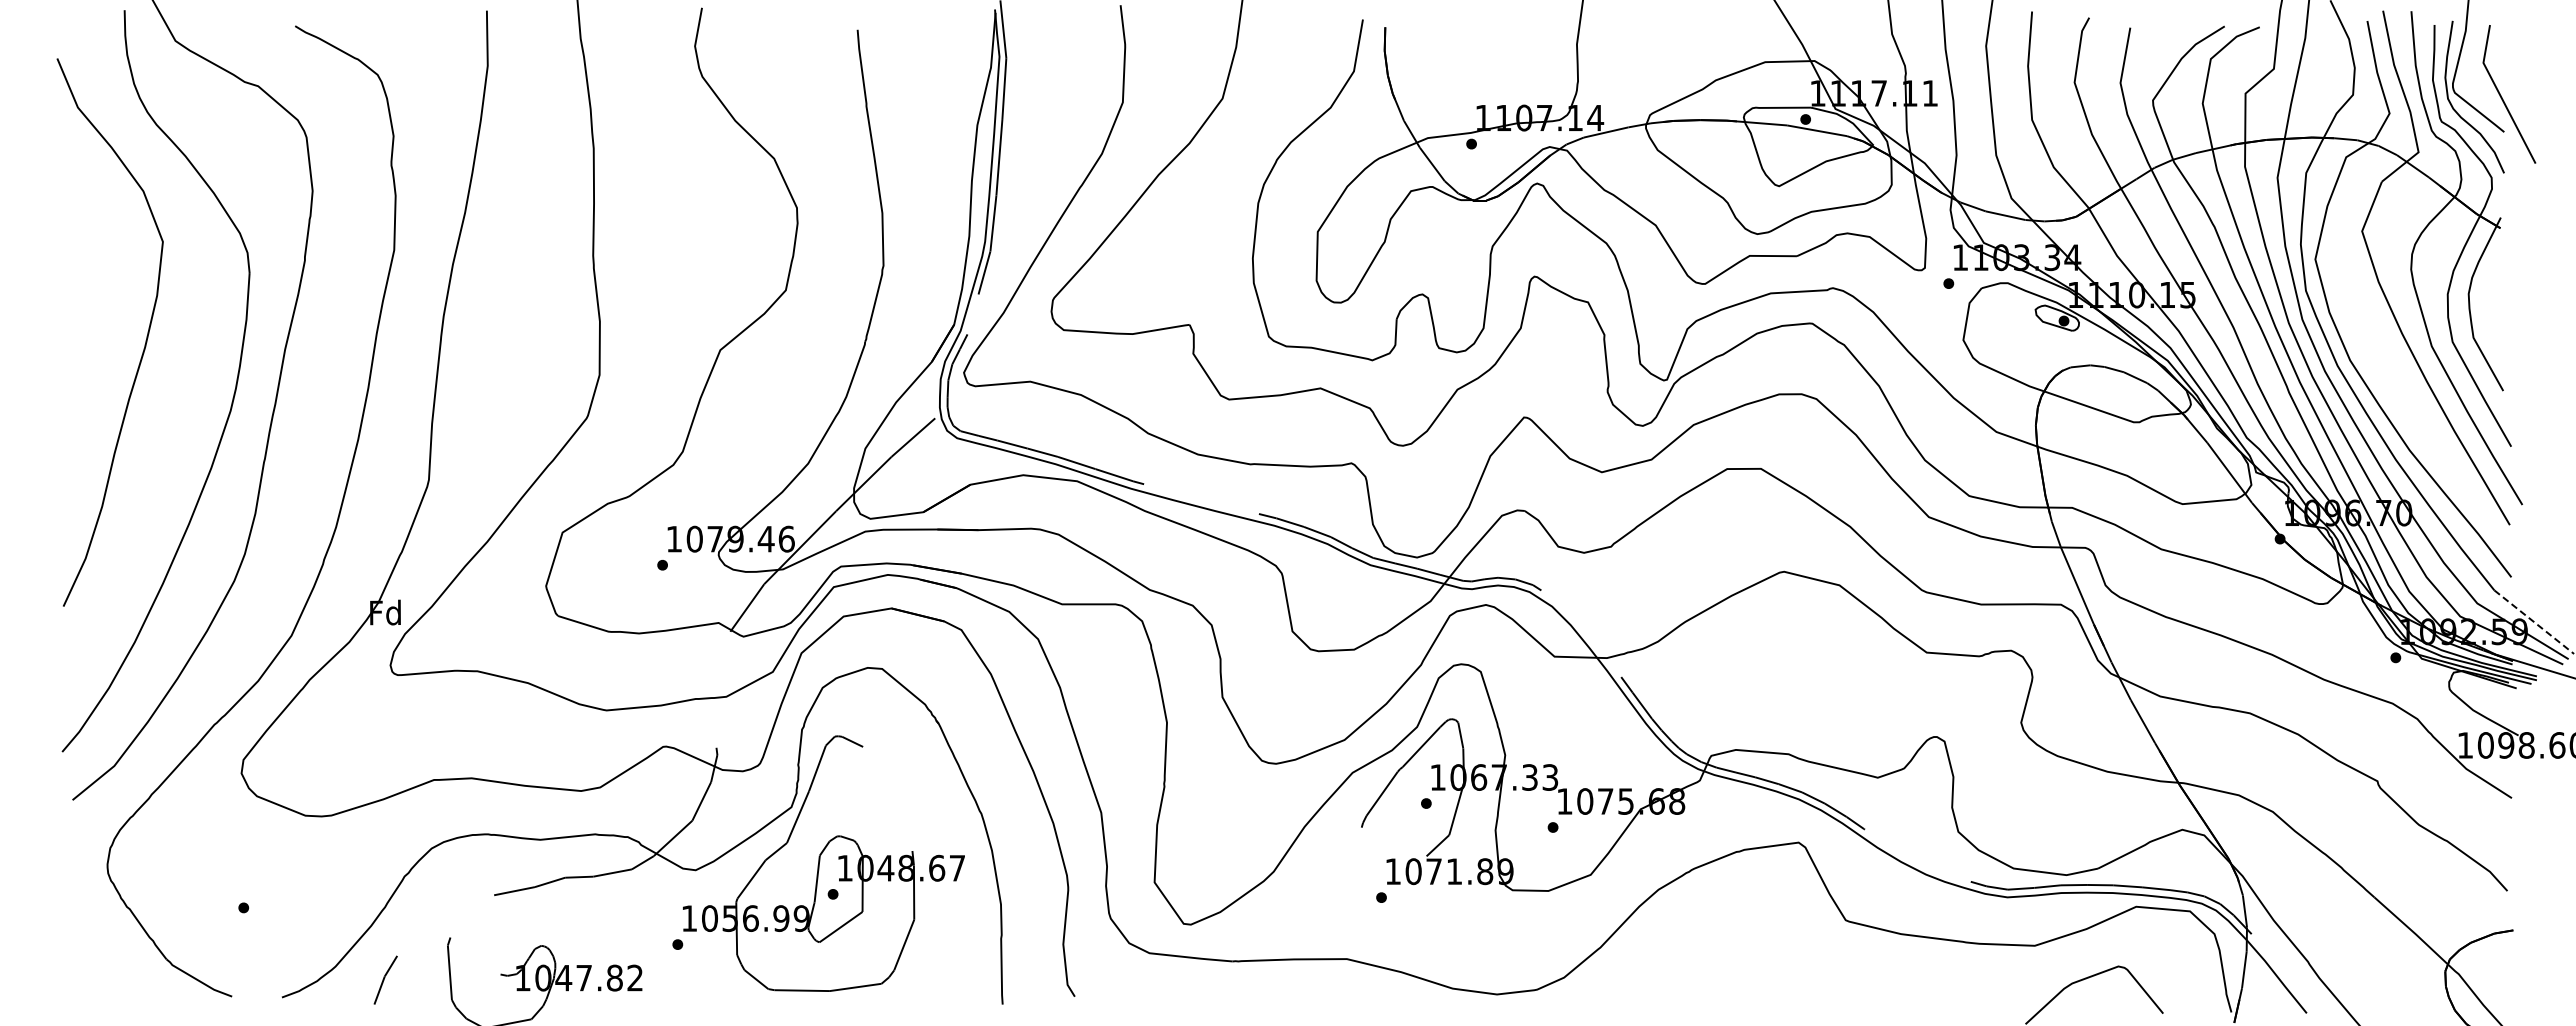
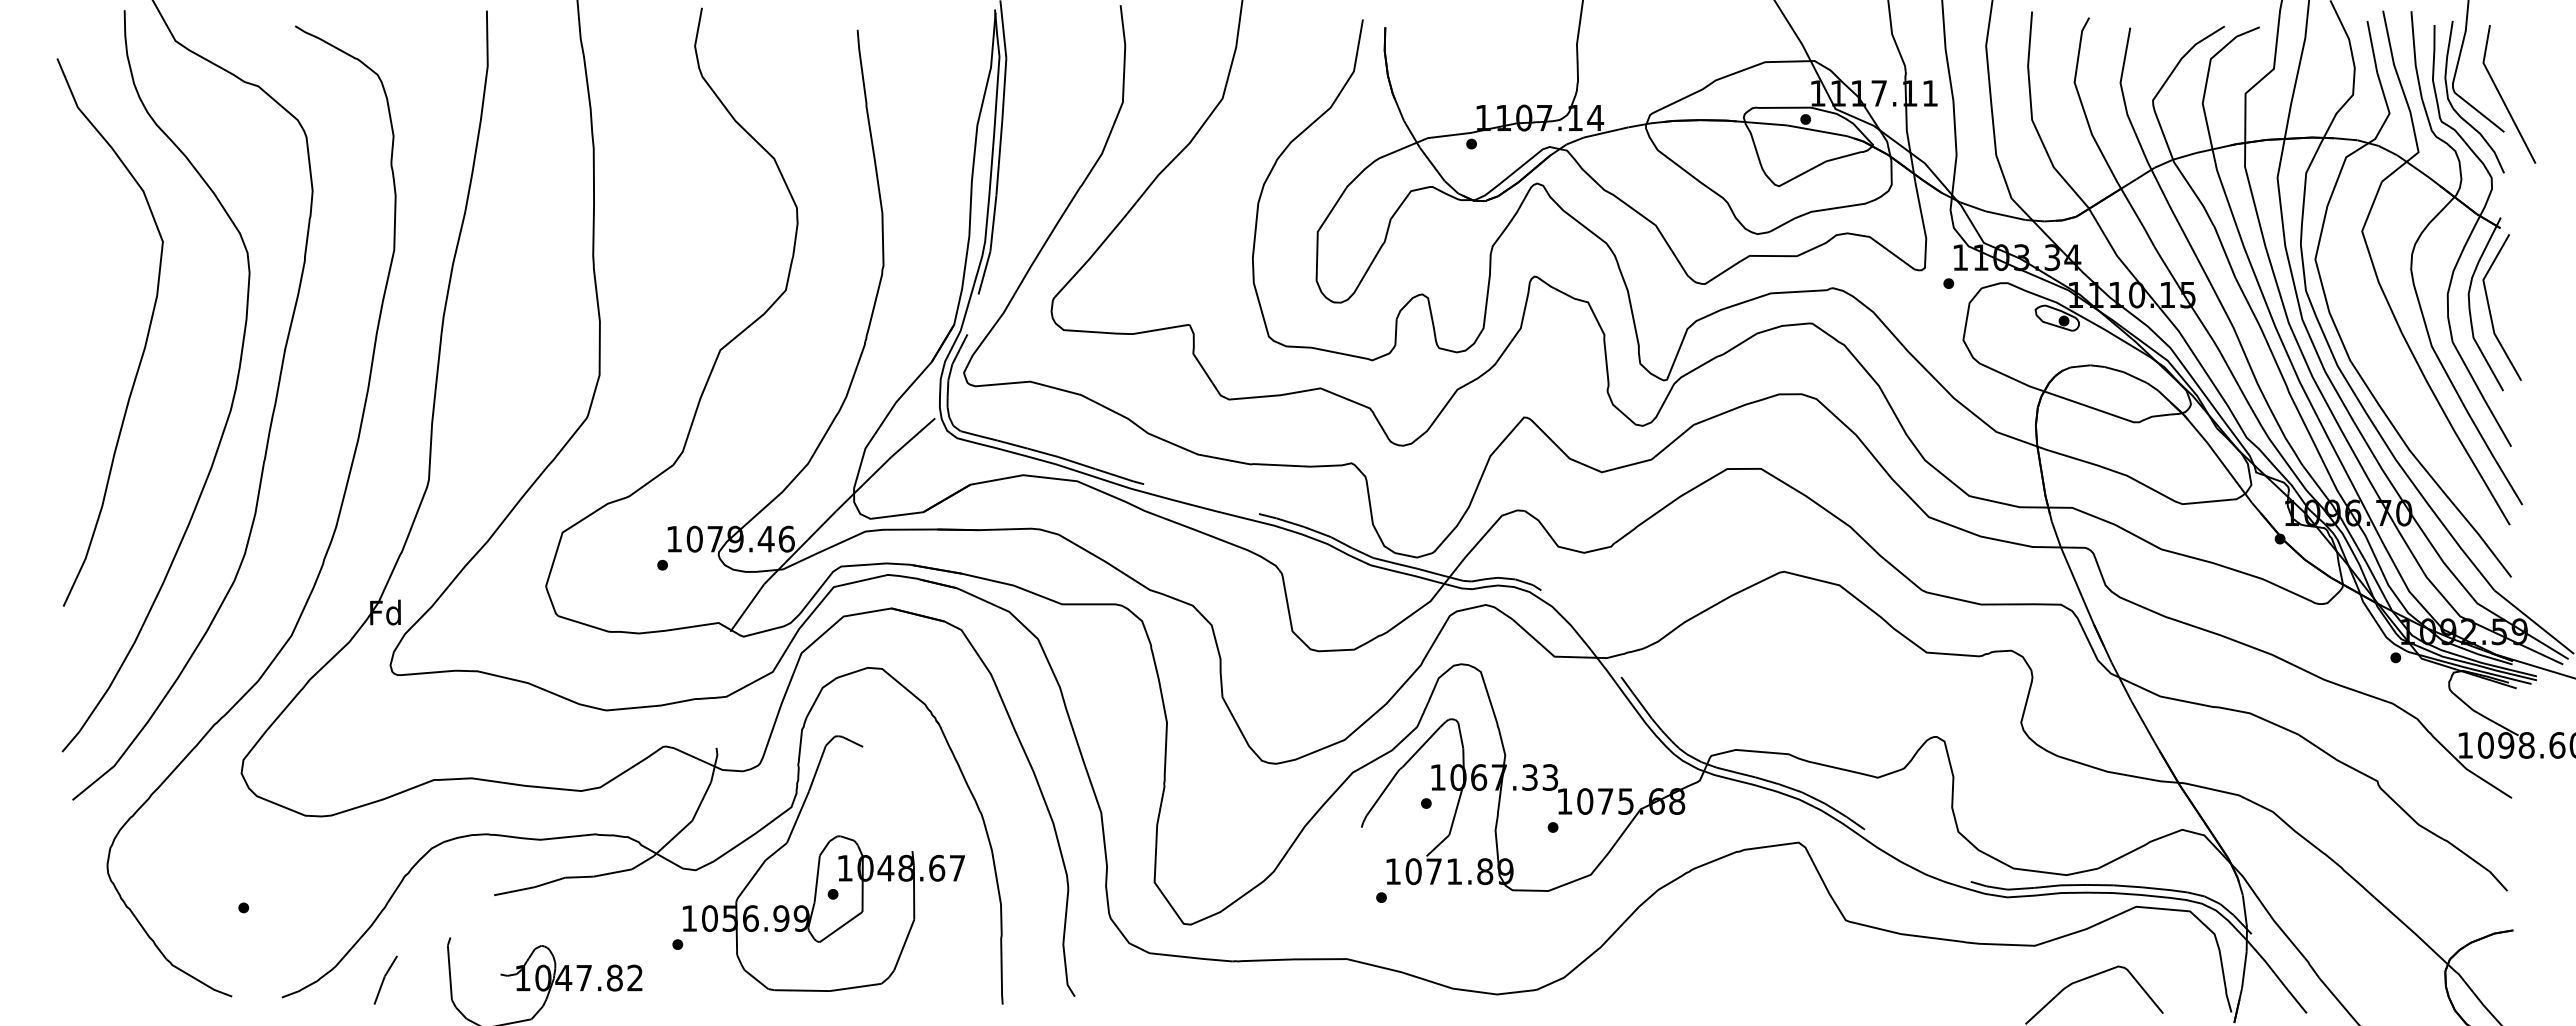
line at (2490, 308): none -> present
line at (2534, 622): dashed -> solid
